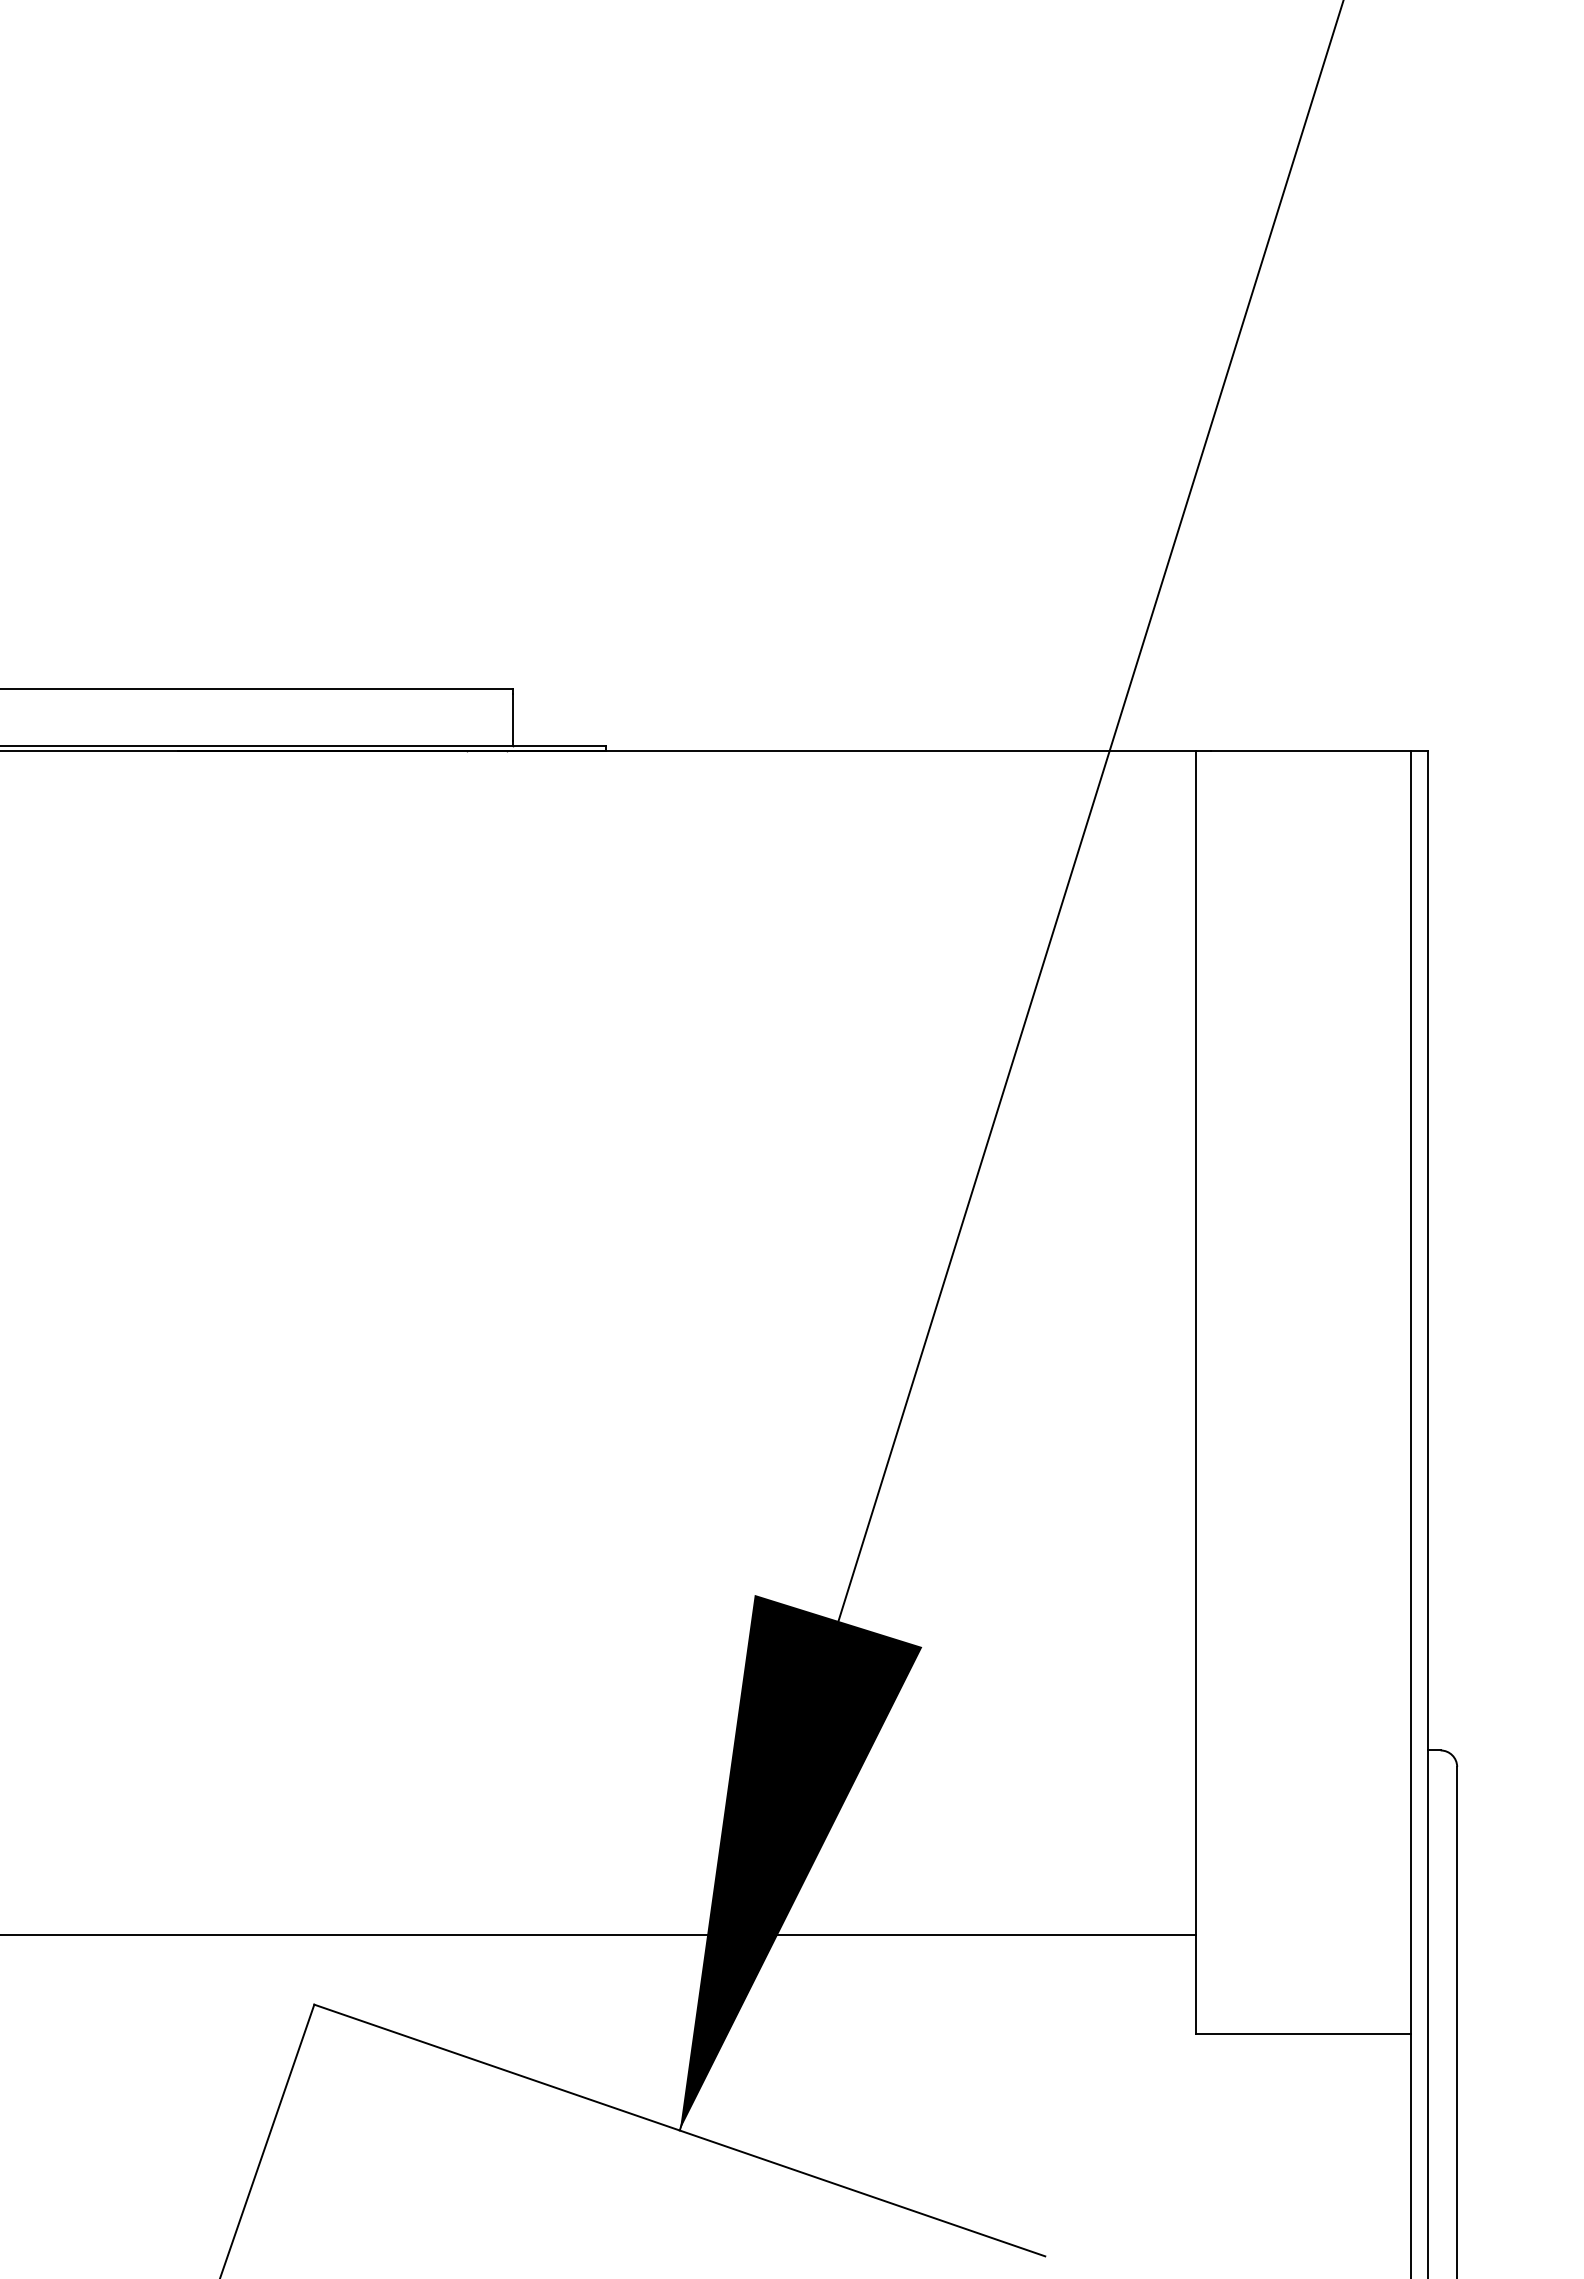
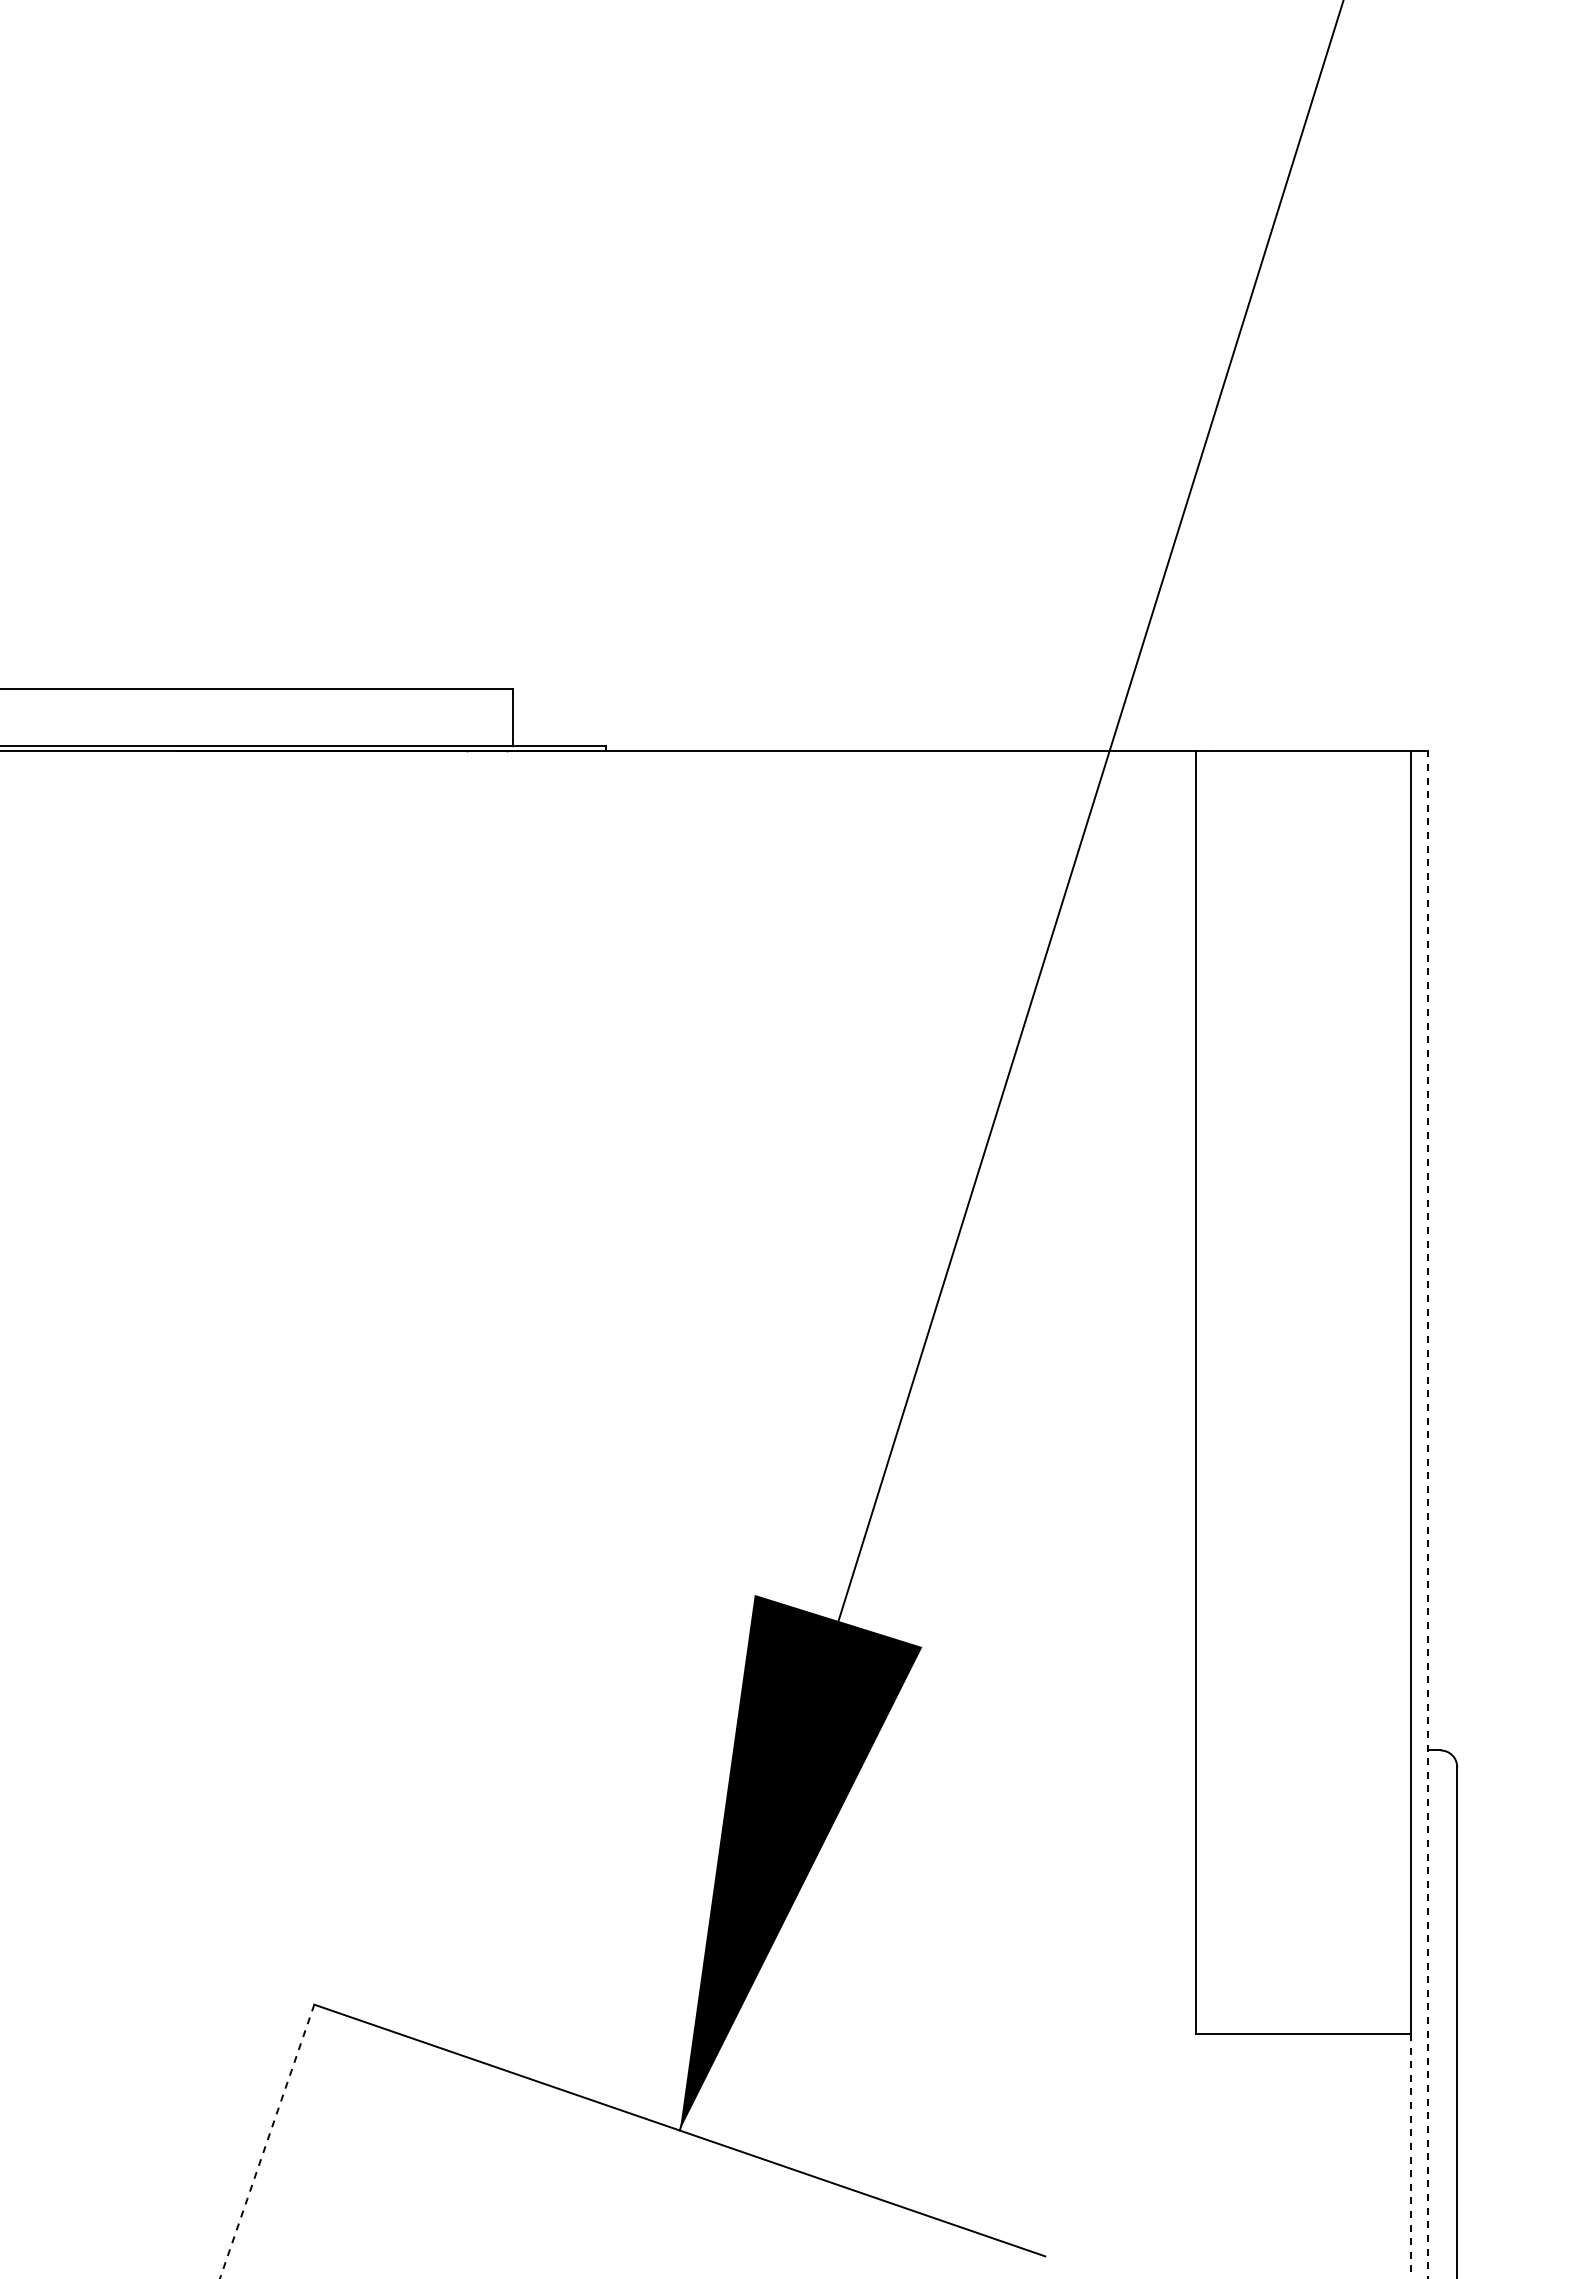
line at (1427, 1514): solid -> dashed
line at (598, 1934): present -> none
line at (267, 2141): solid -> dashed
line at (1411, 2156): solid -> dashed
